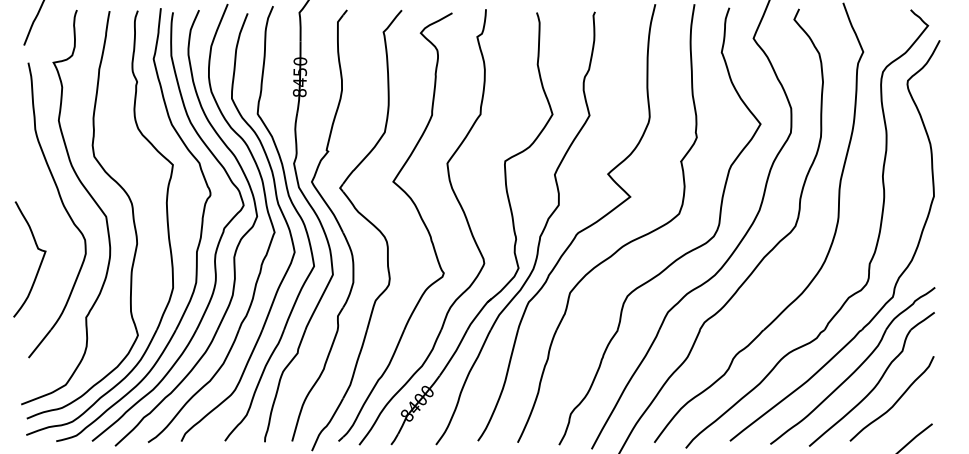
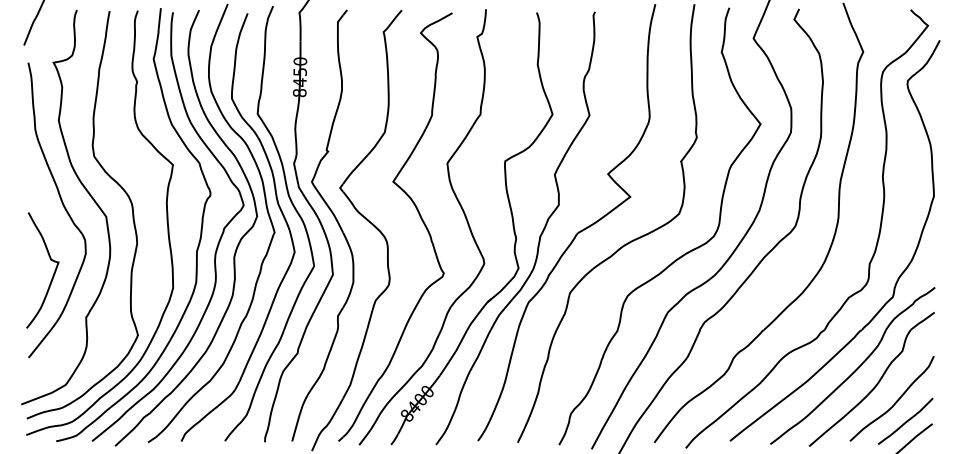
curve at (39, 264) position: (39, 264) -> (52, 275)
curve at (906, 420): none -> present
